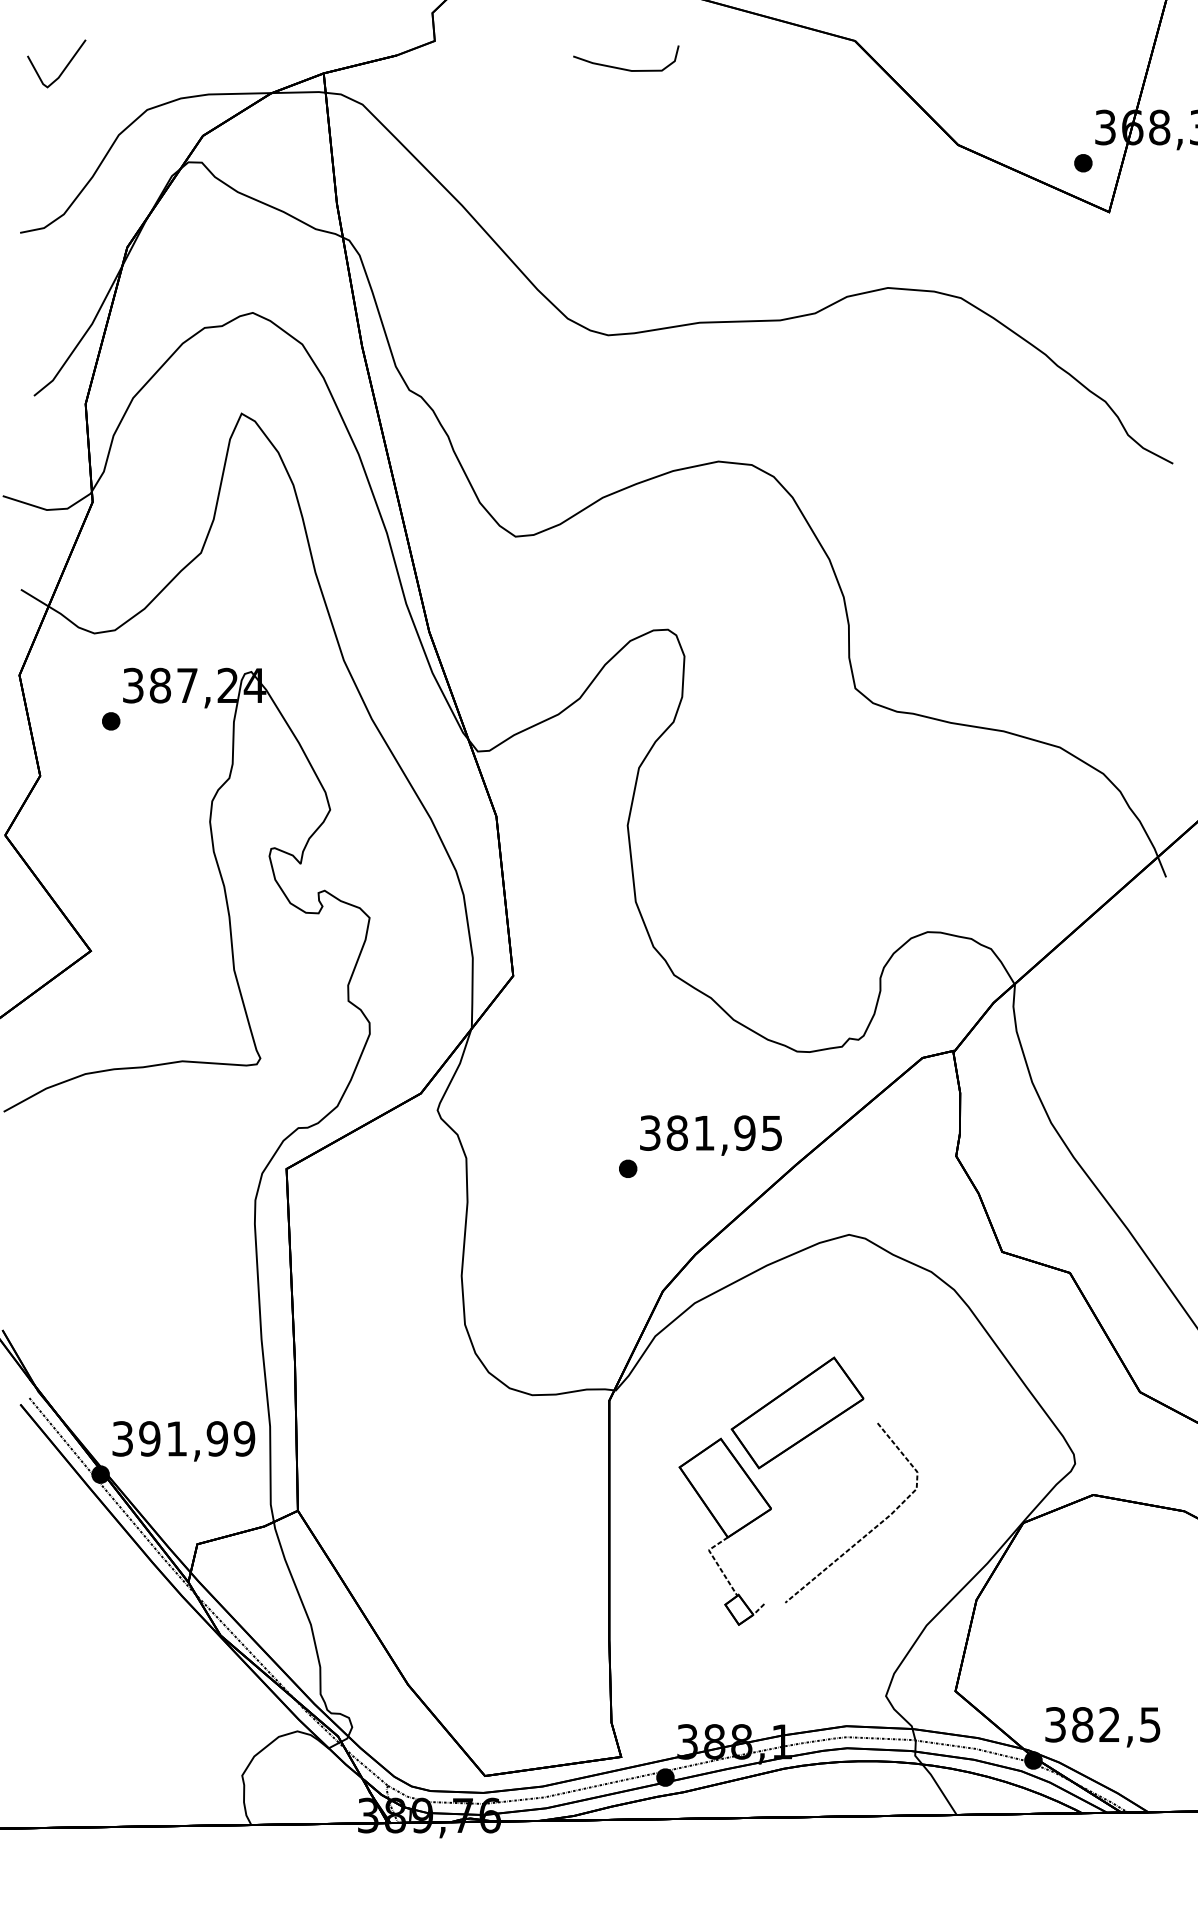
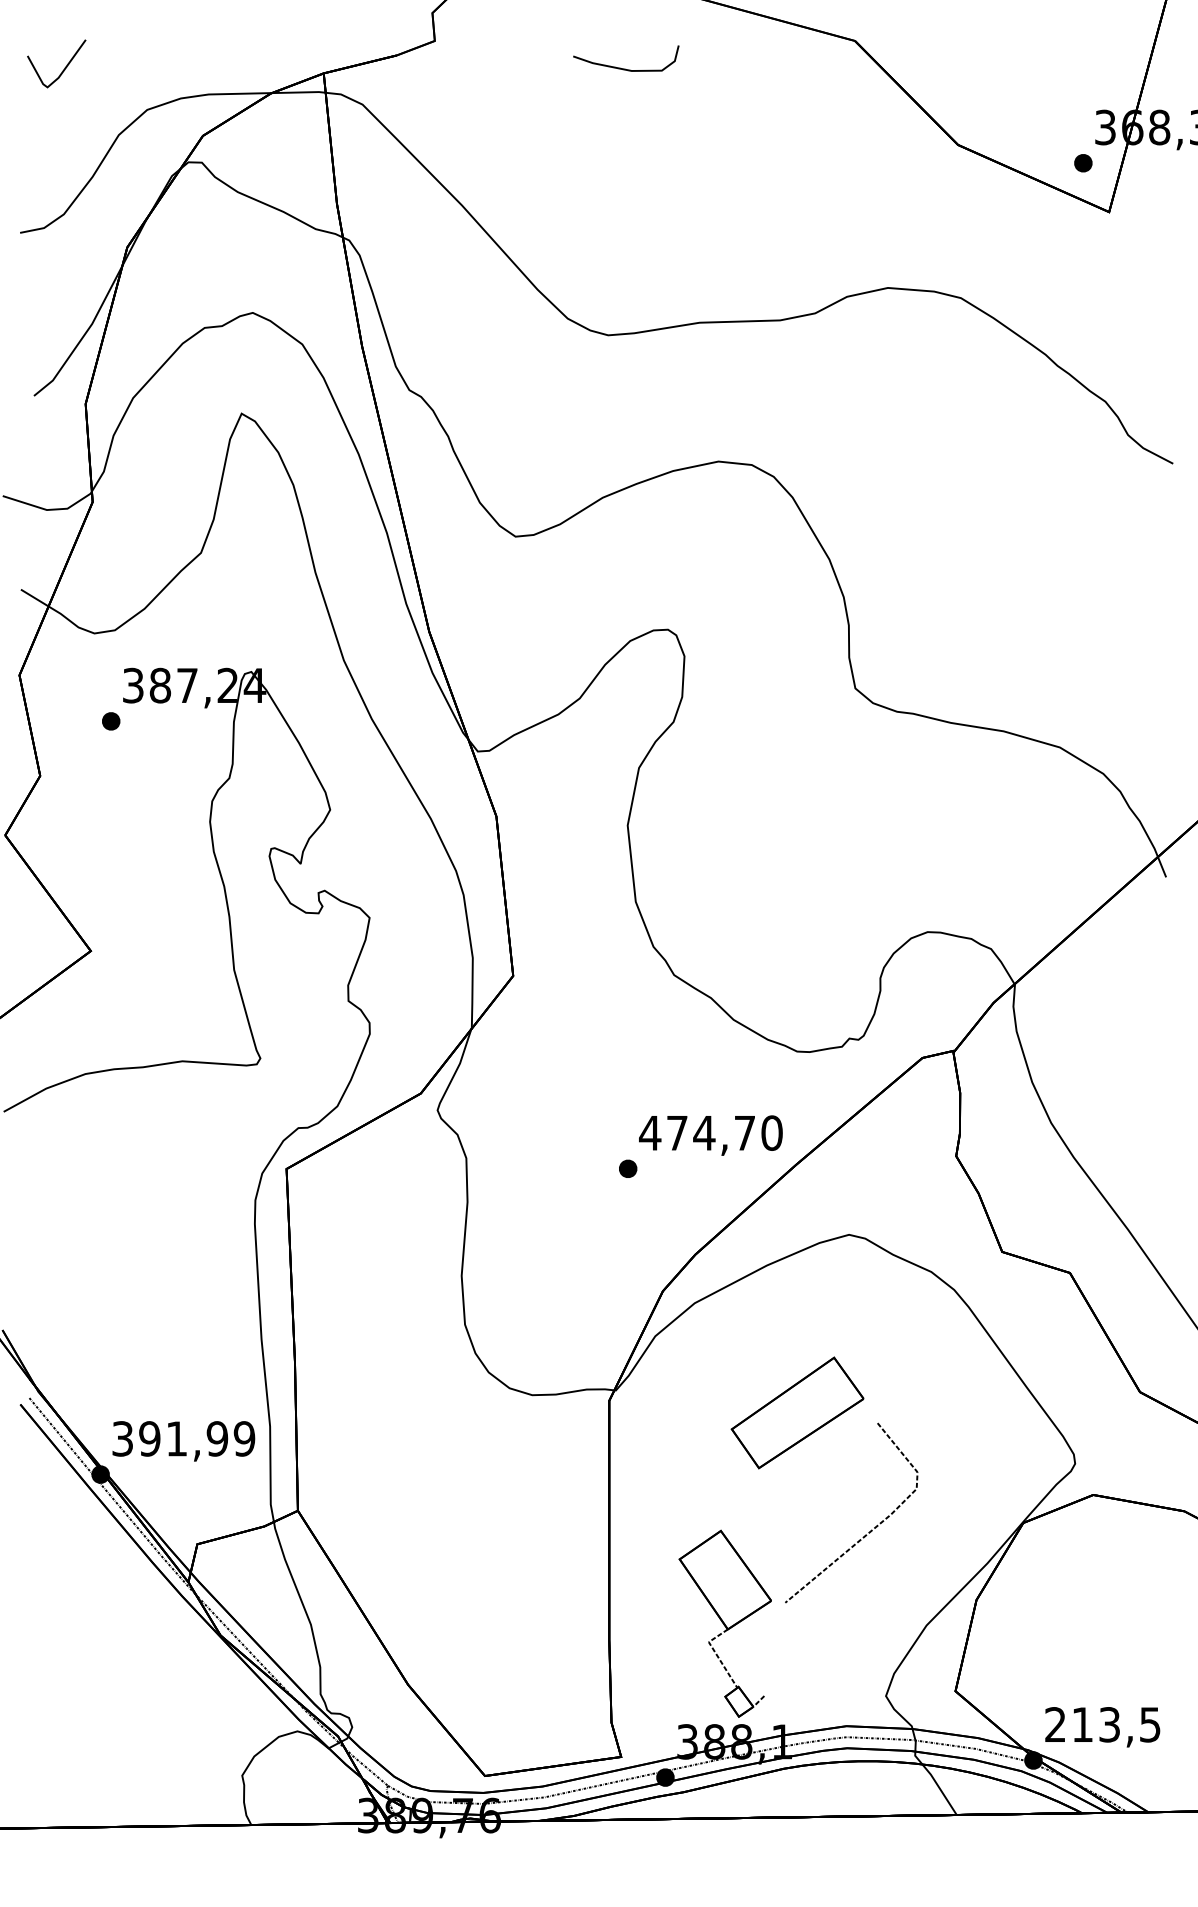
text at (710, 1132): 381,95 -> 474,70
part at (724, 1531) position: (724, 1531) -> (724, 1623)
text at (1082, 1724): 382,5 -> 213,5
